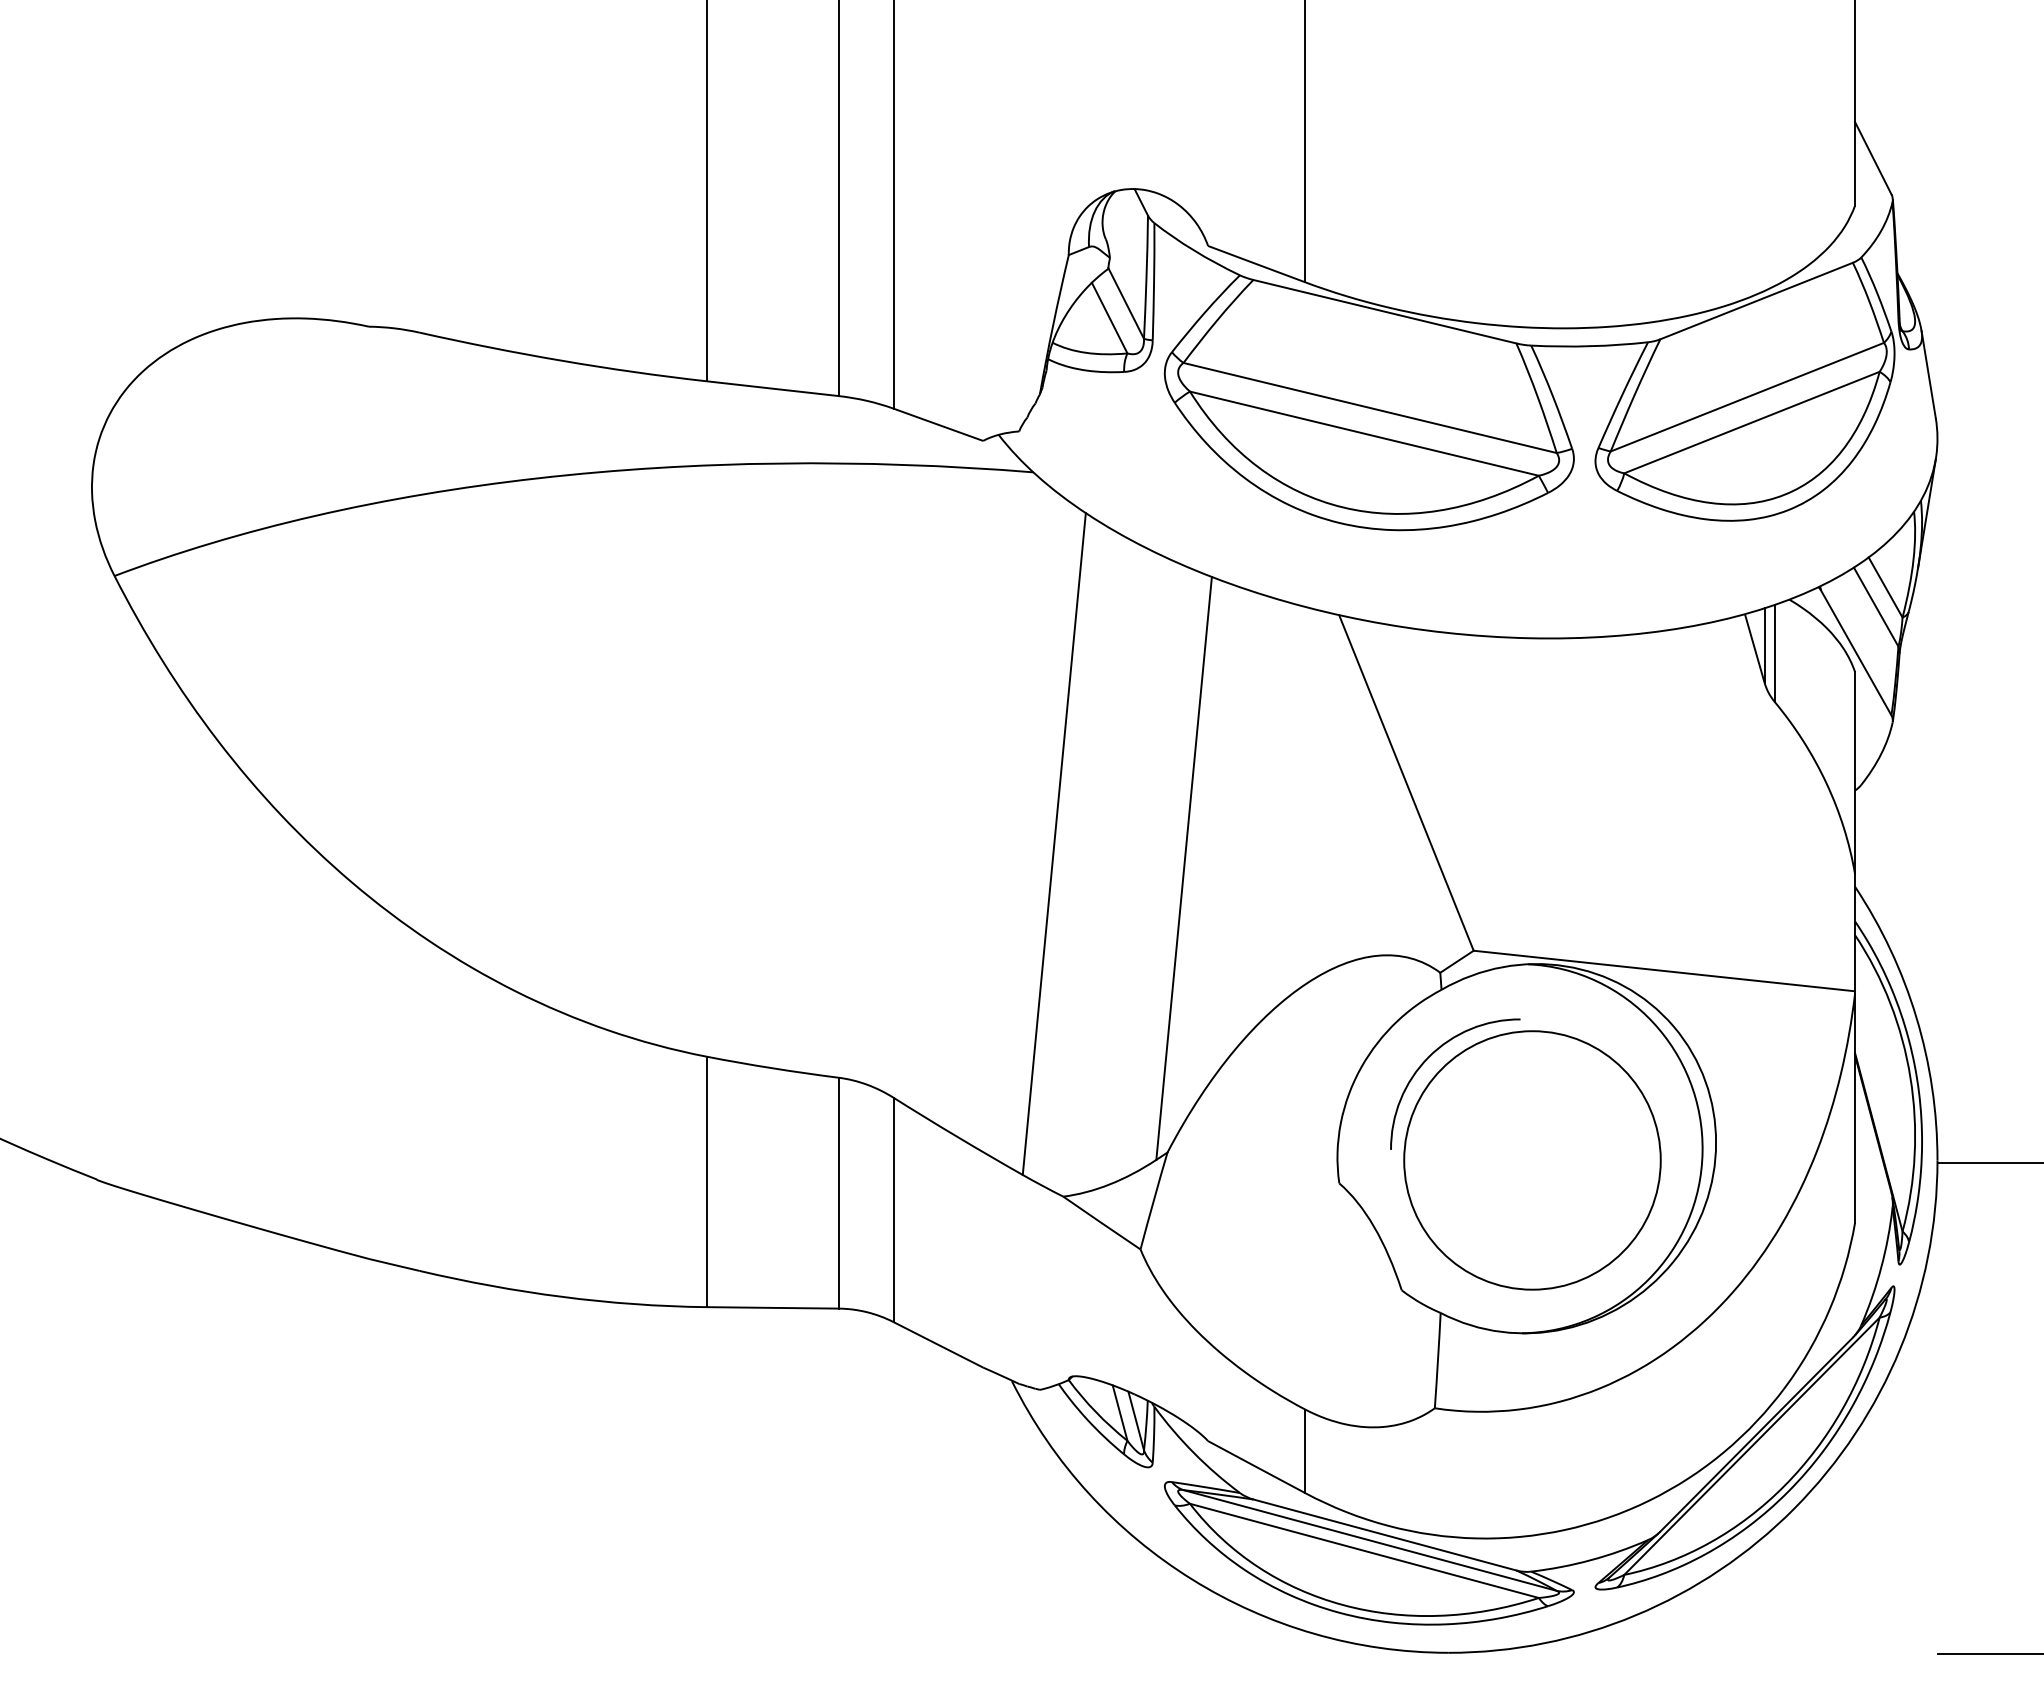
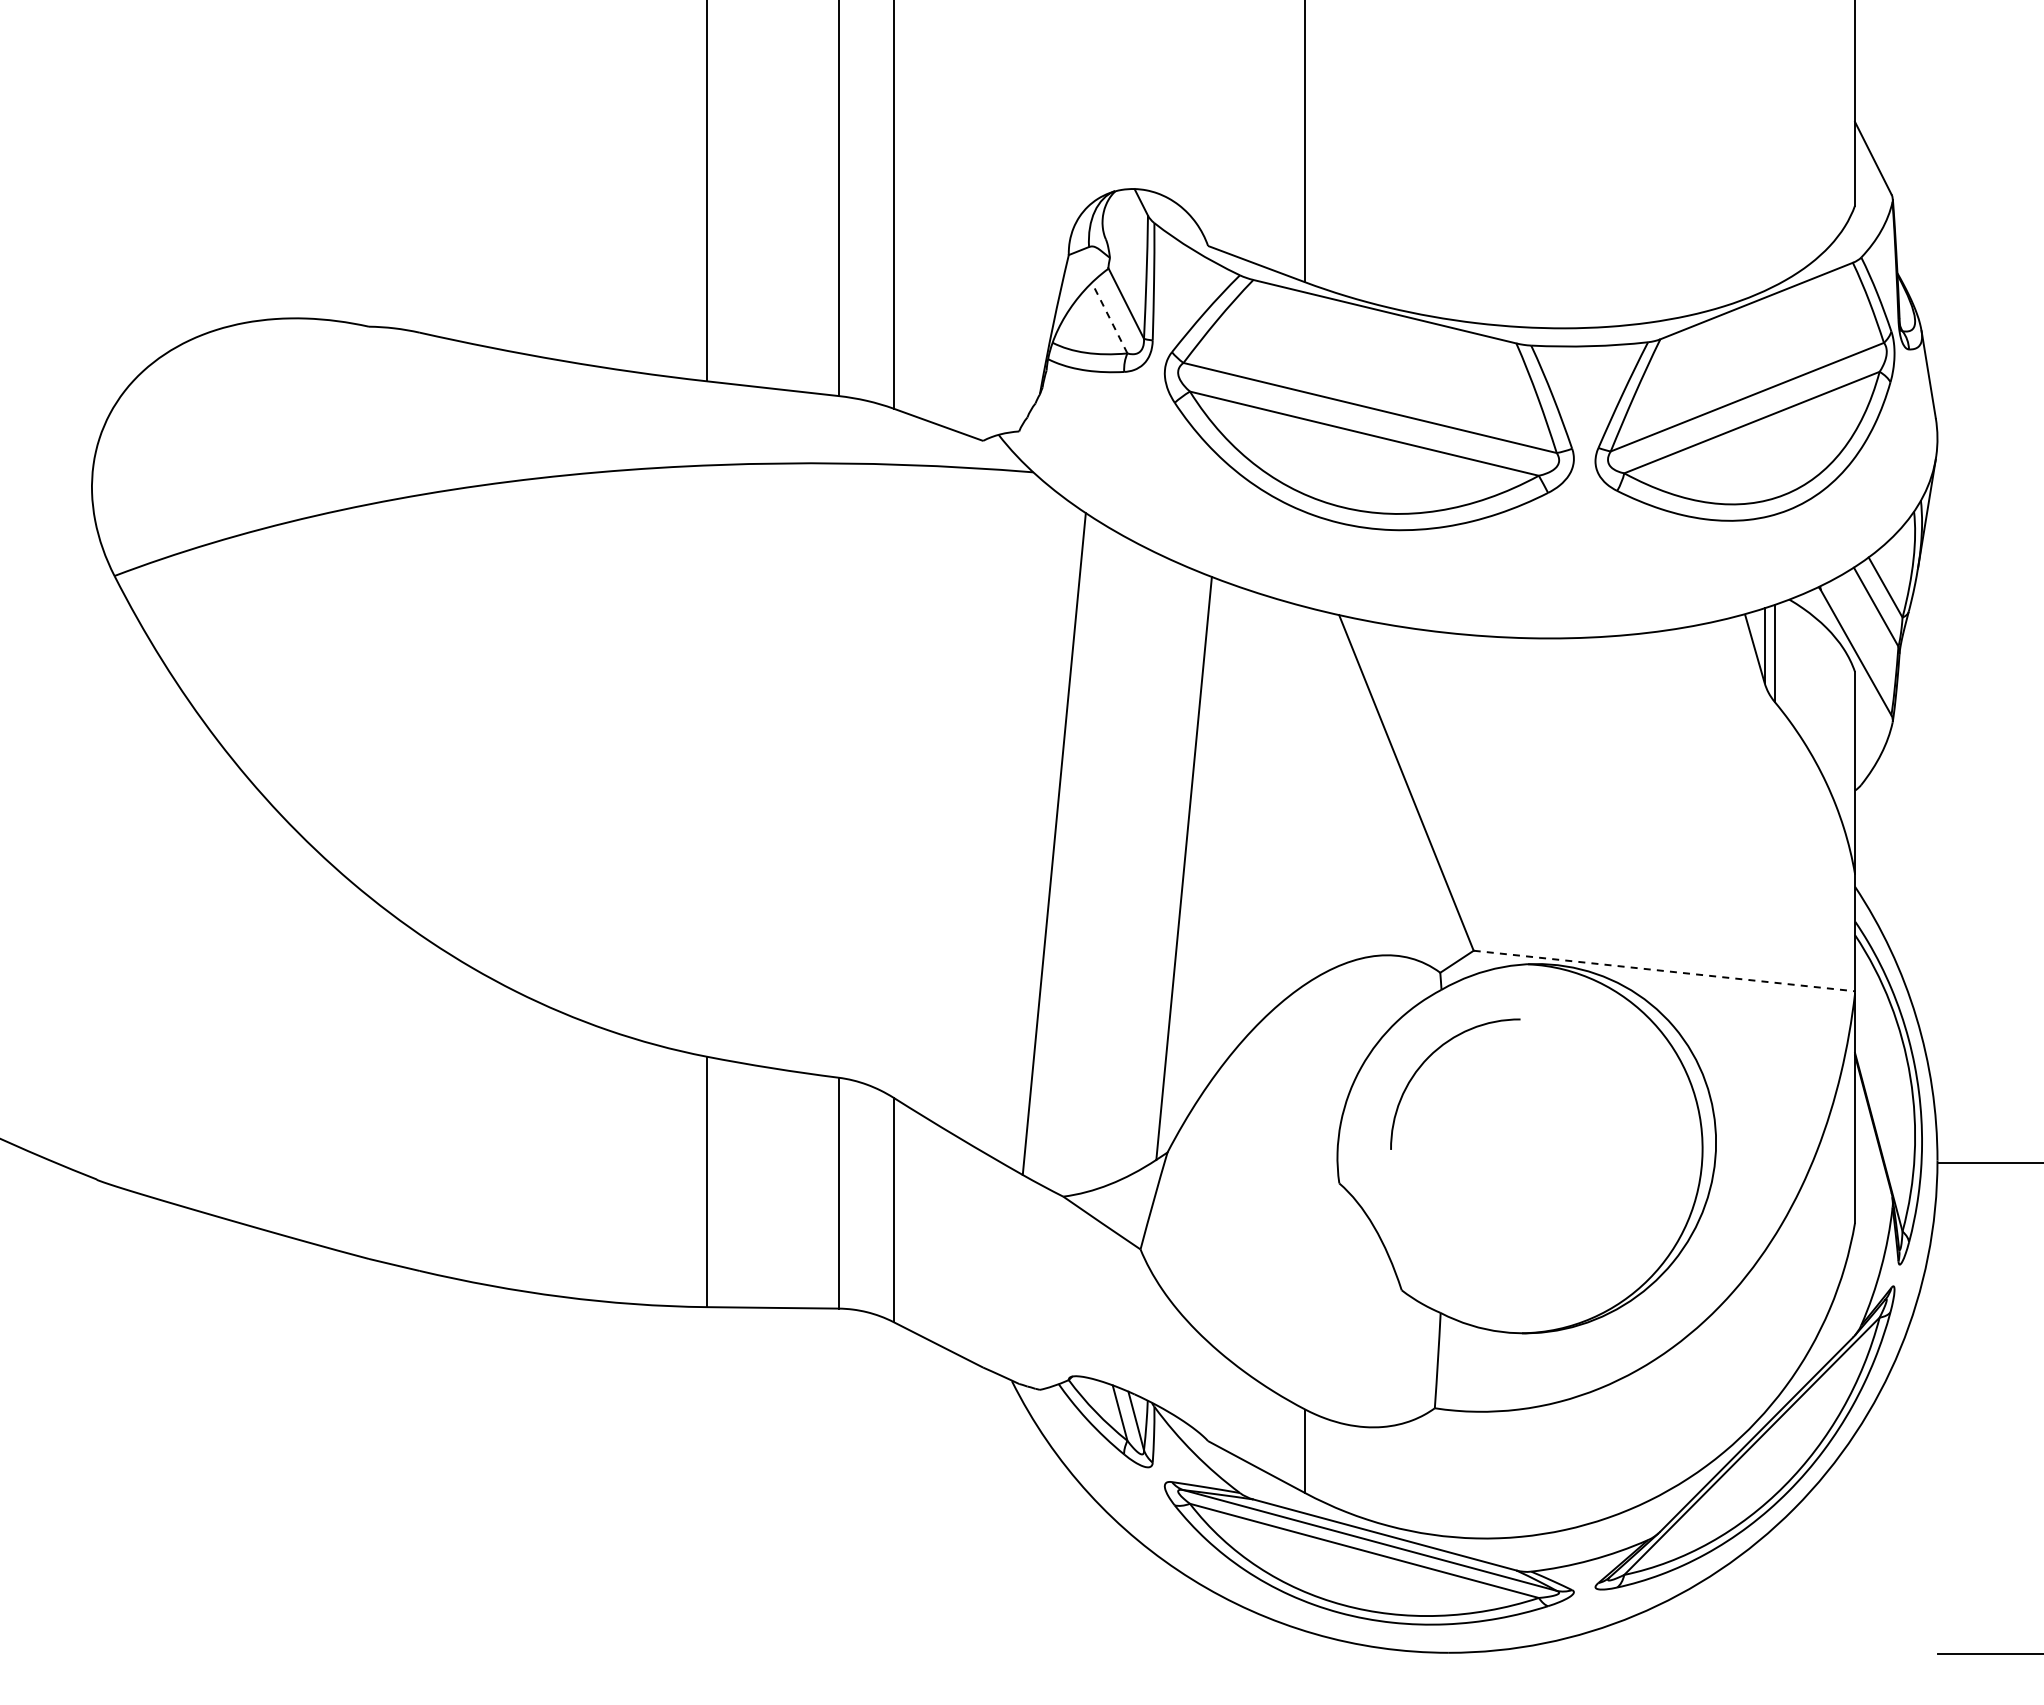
line at (1109, 318): solid -> dashed
line at (1664, 971): solid -> dashed
part at (1532, 1160): present -> none
